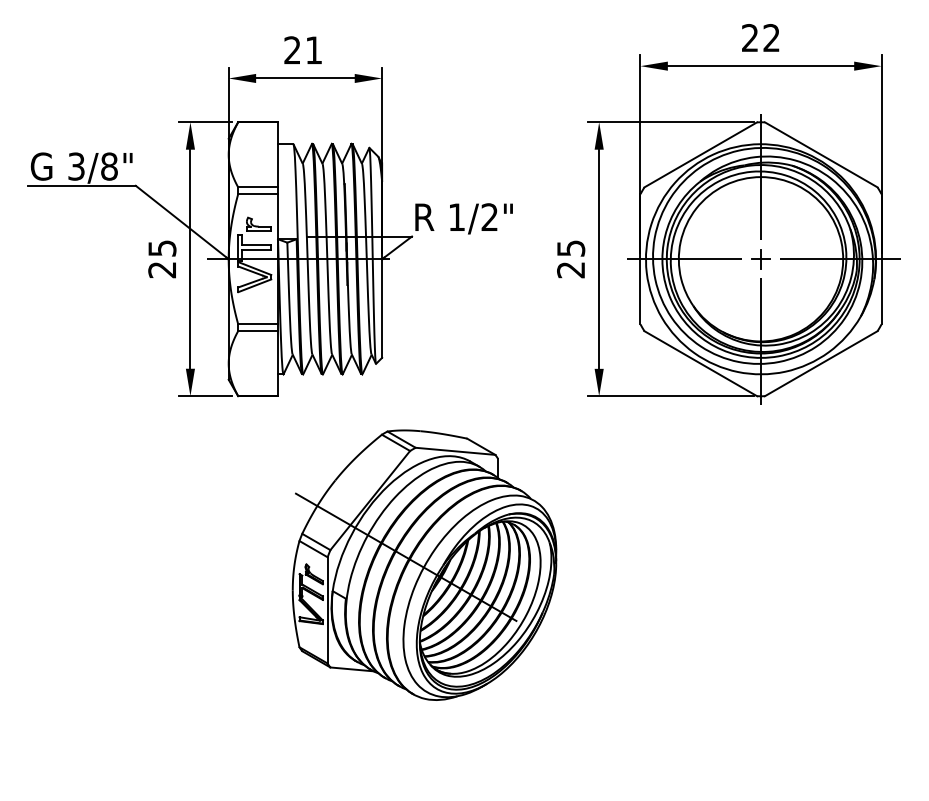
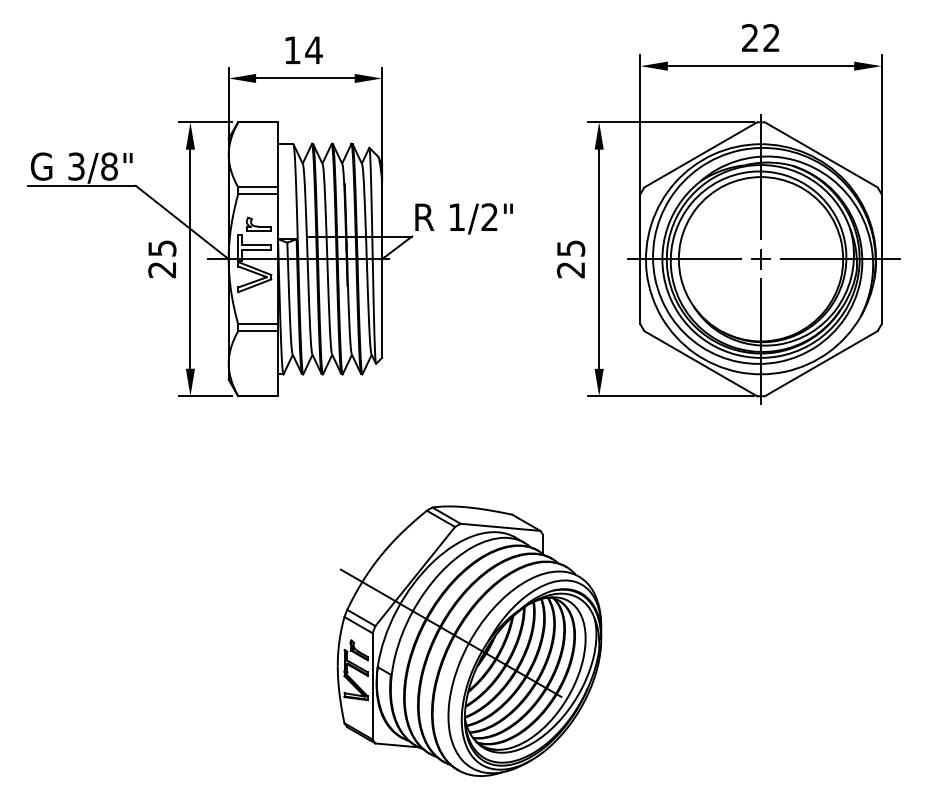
text at (303, 50): 21 -> 14
part at (424, 564) position: (424, 564) -> (469, 640)
